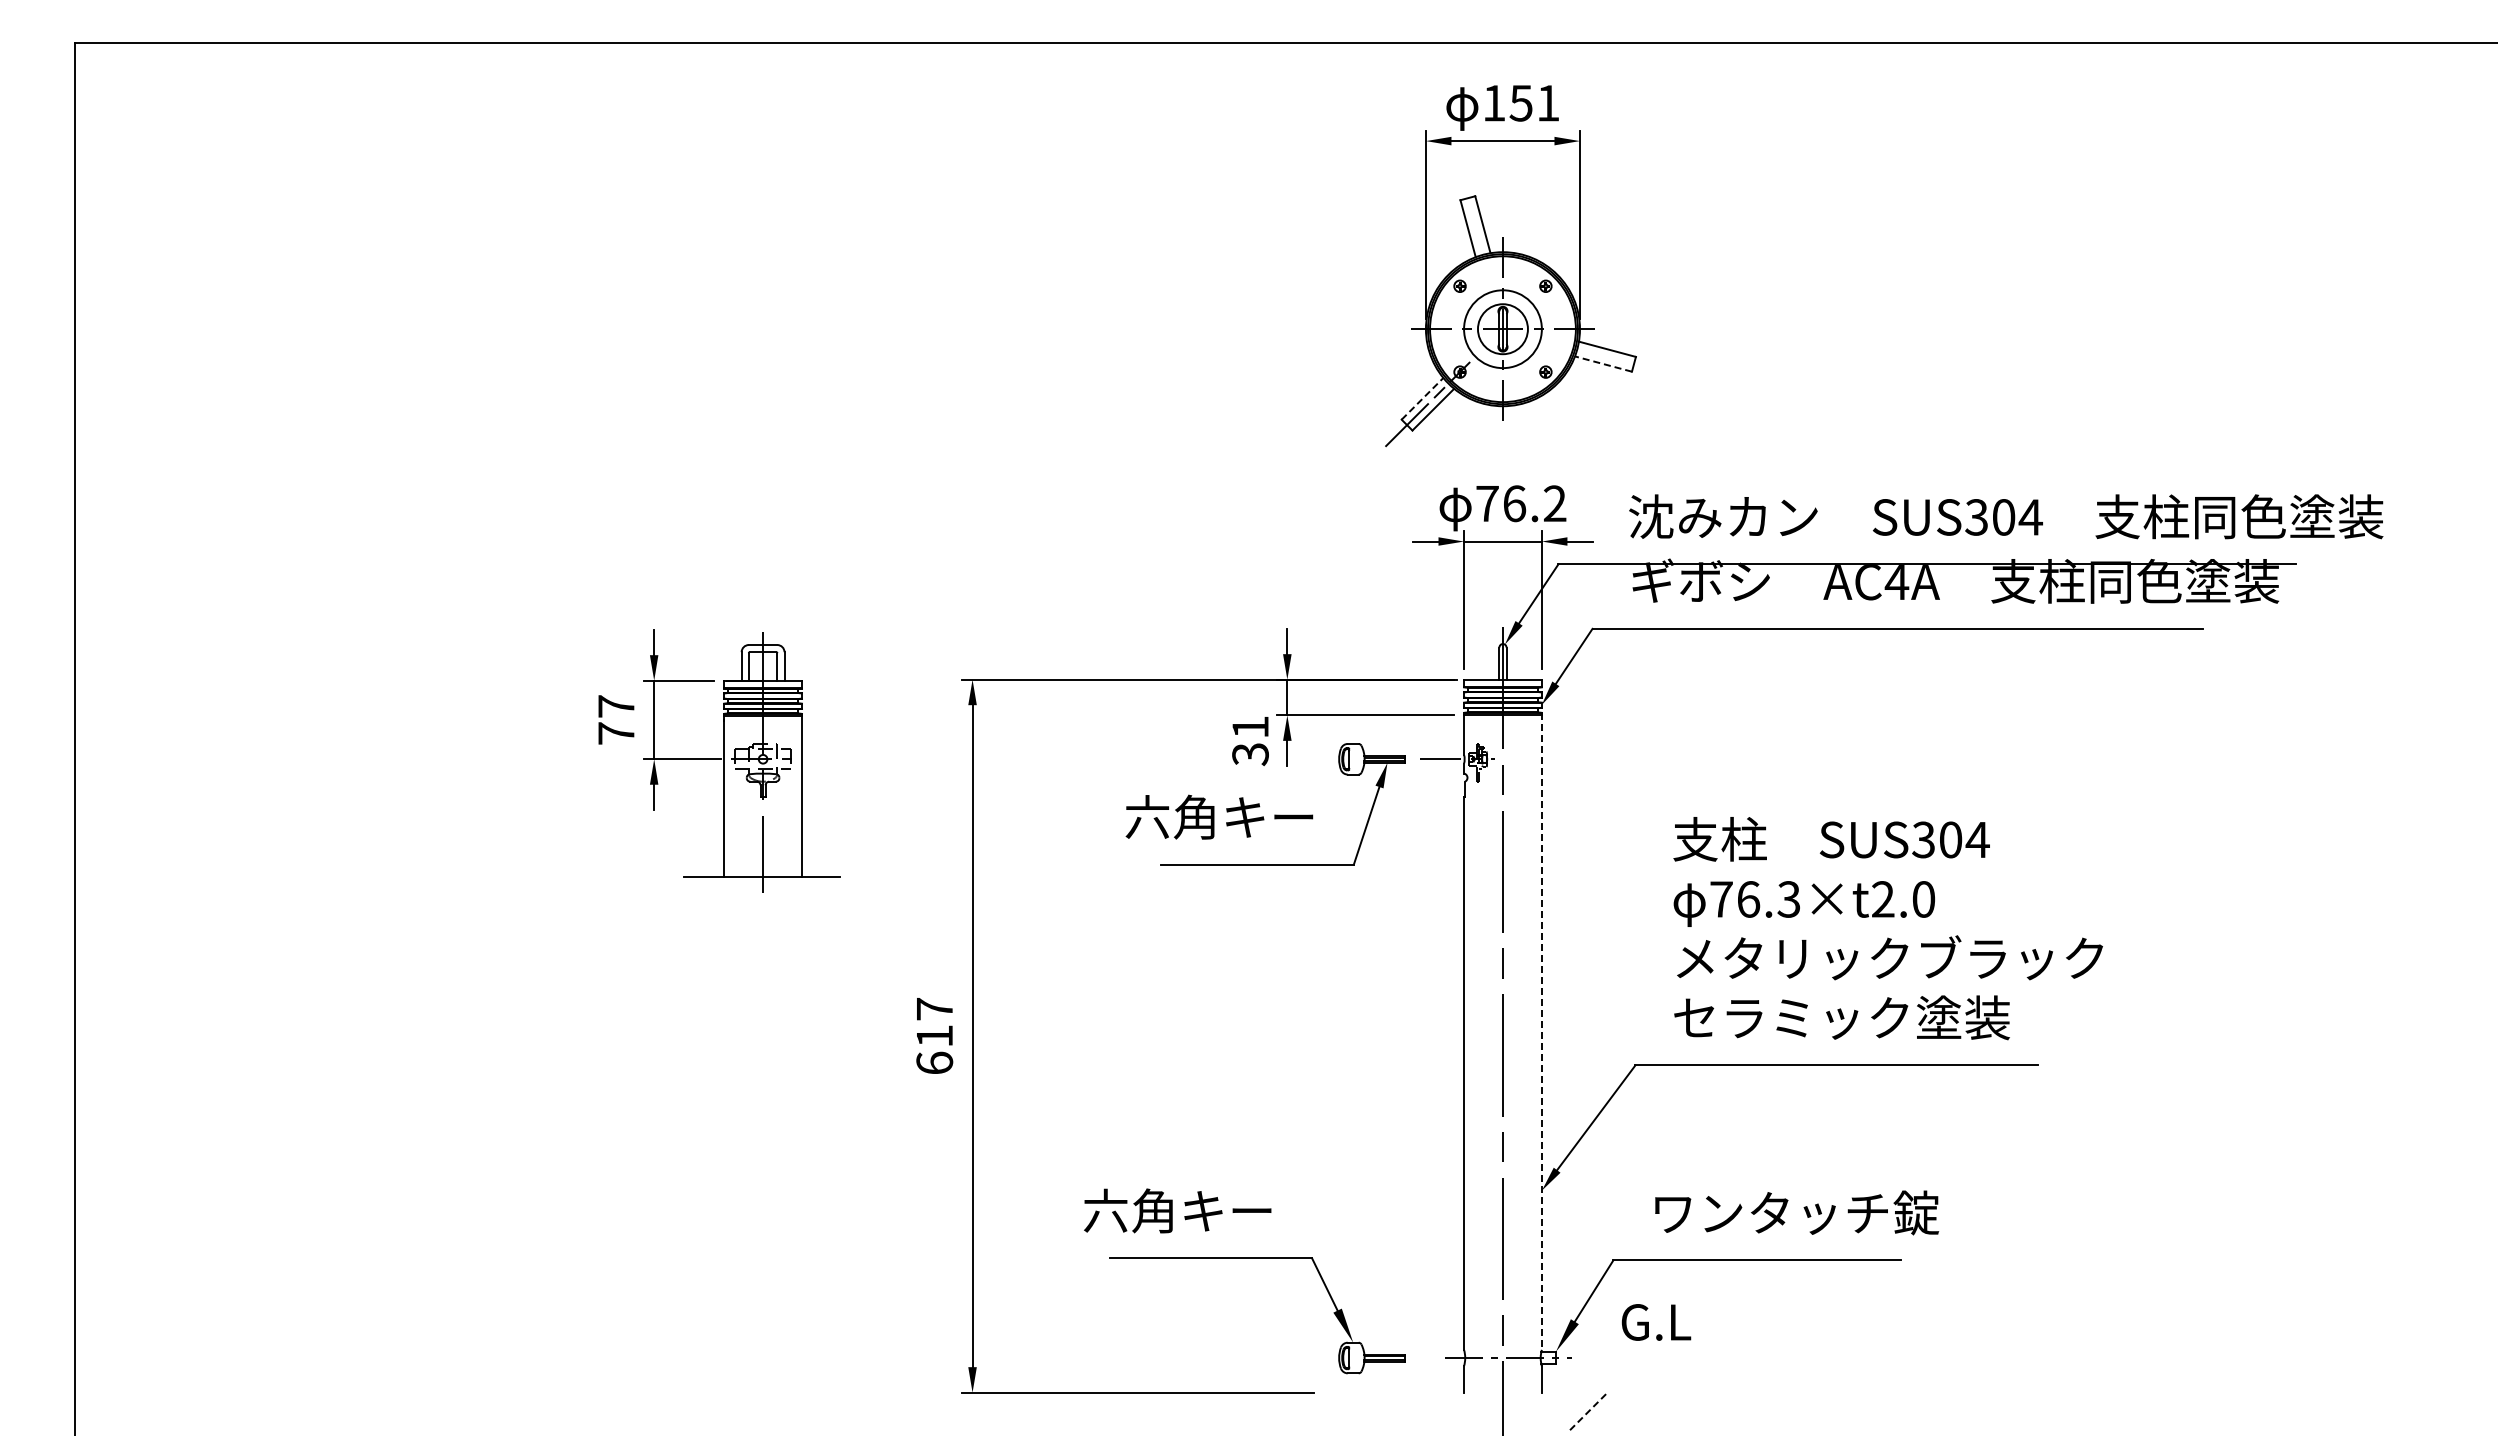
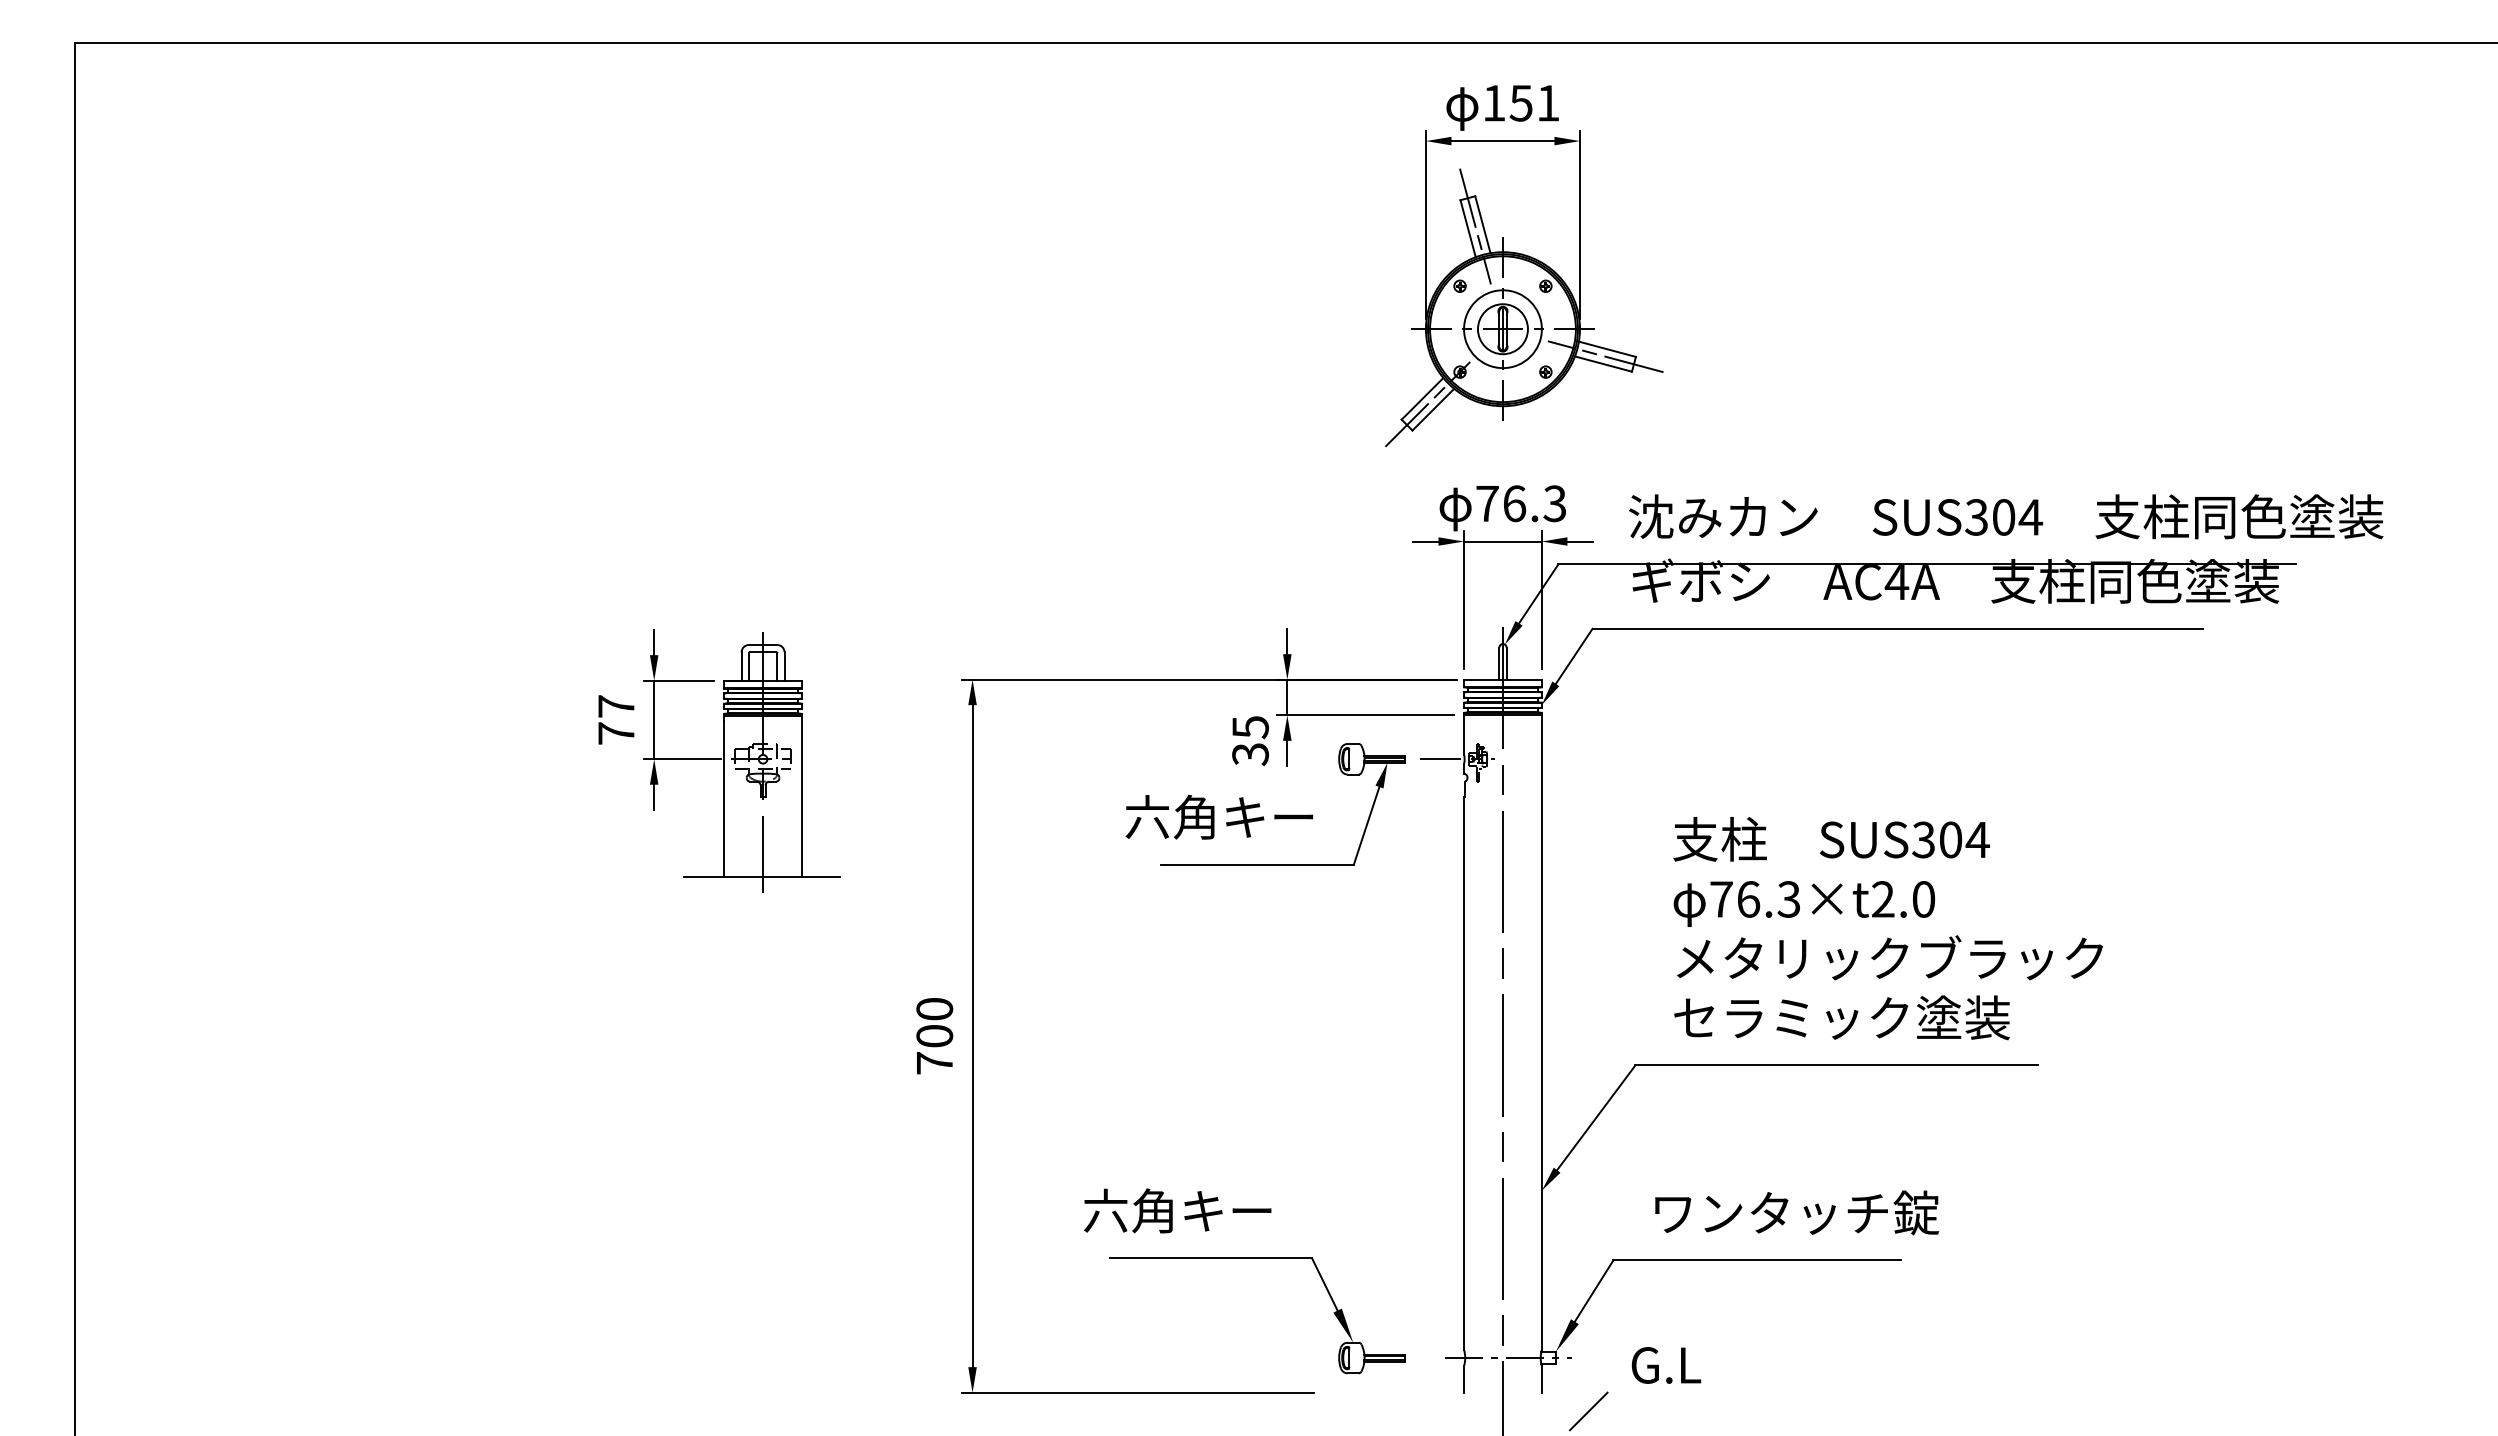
line at (1474, 226): none -> present
line at (1605, 356): none -> present
line at (1603, 363): dashed -> solid
line at (1422, 398): dashed -> solid
text at (1554, 503): 76.2 -> 76.3
text at (1250, 727): 31 -> 35
line at (1541, 1031): dashed -> solid
text at (934, 1036): 617 -> 700
text at (1656, 1322) position: (1656, 1322) -> (1666, 1365)
line at (1588, 1411): dashed -> solid
